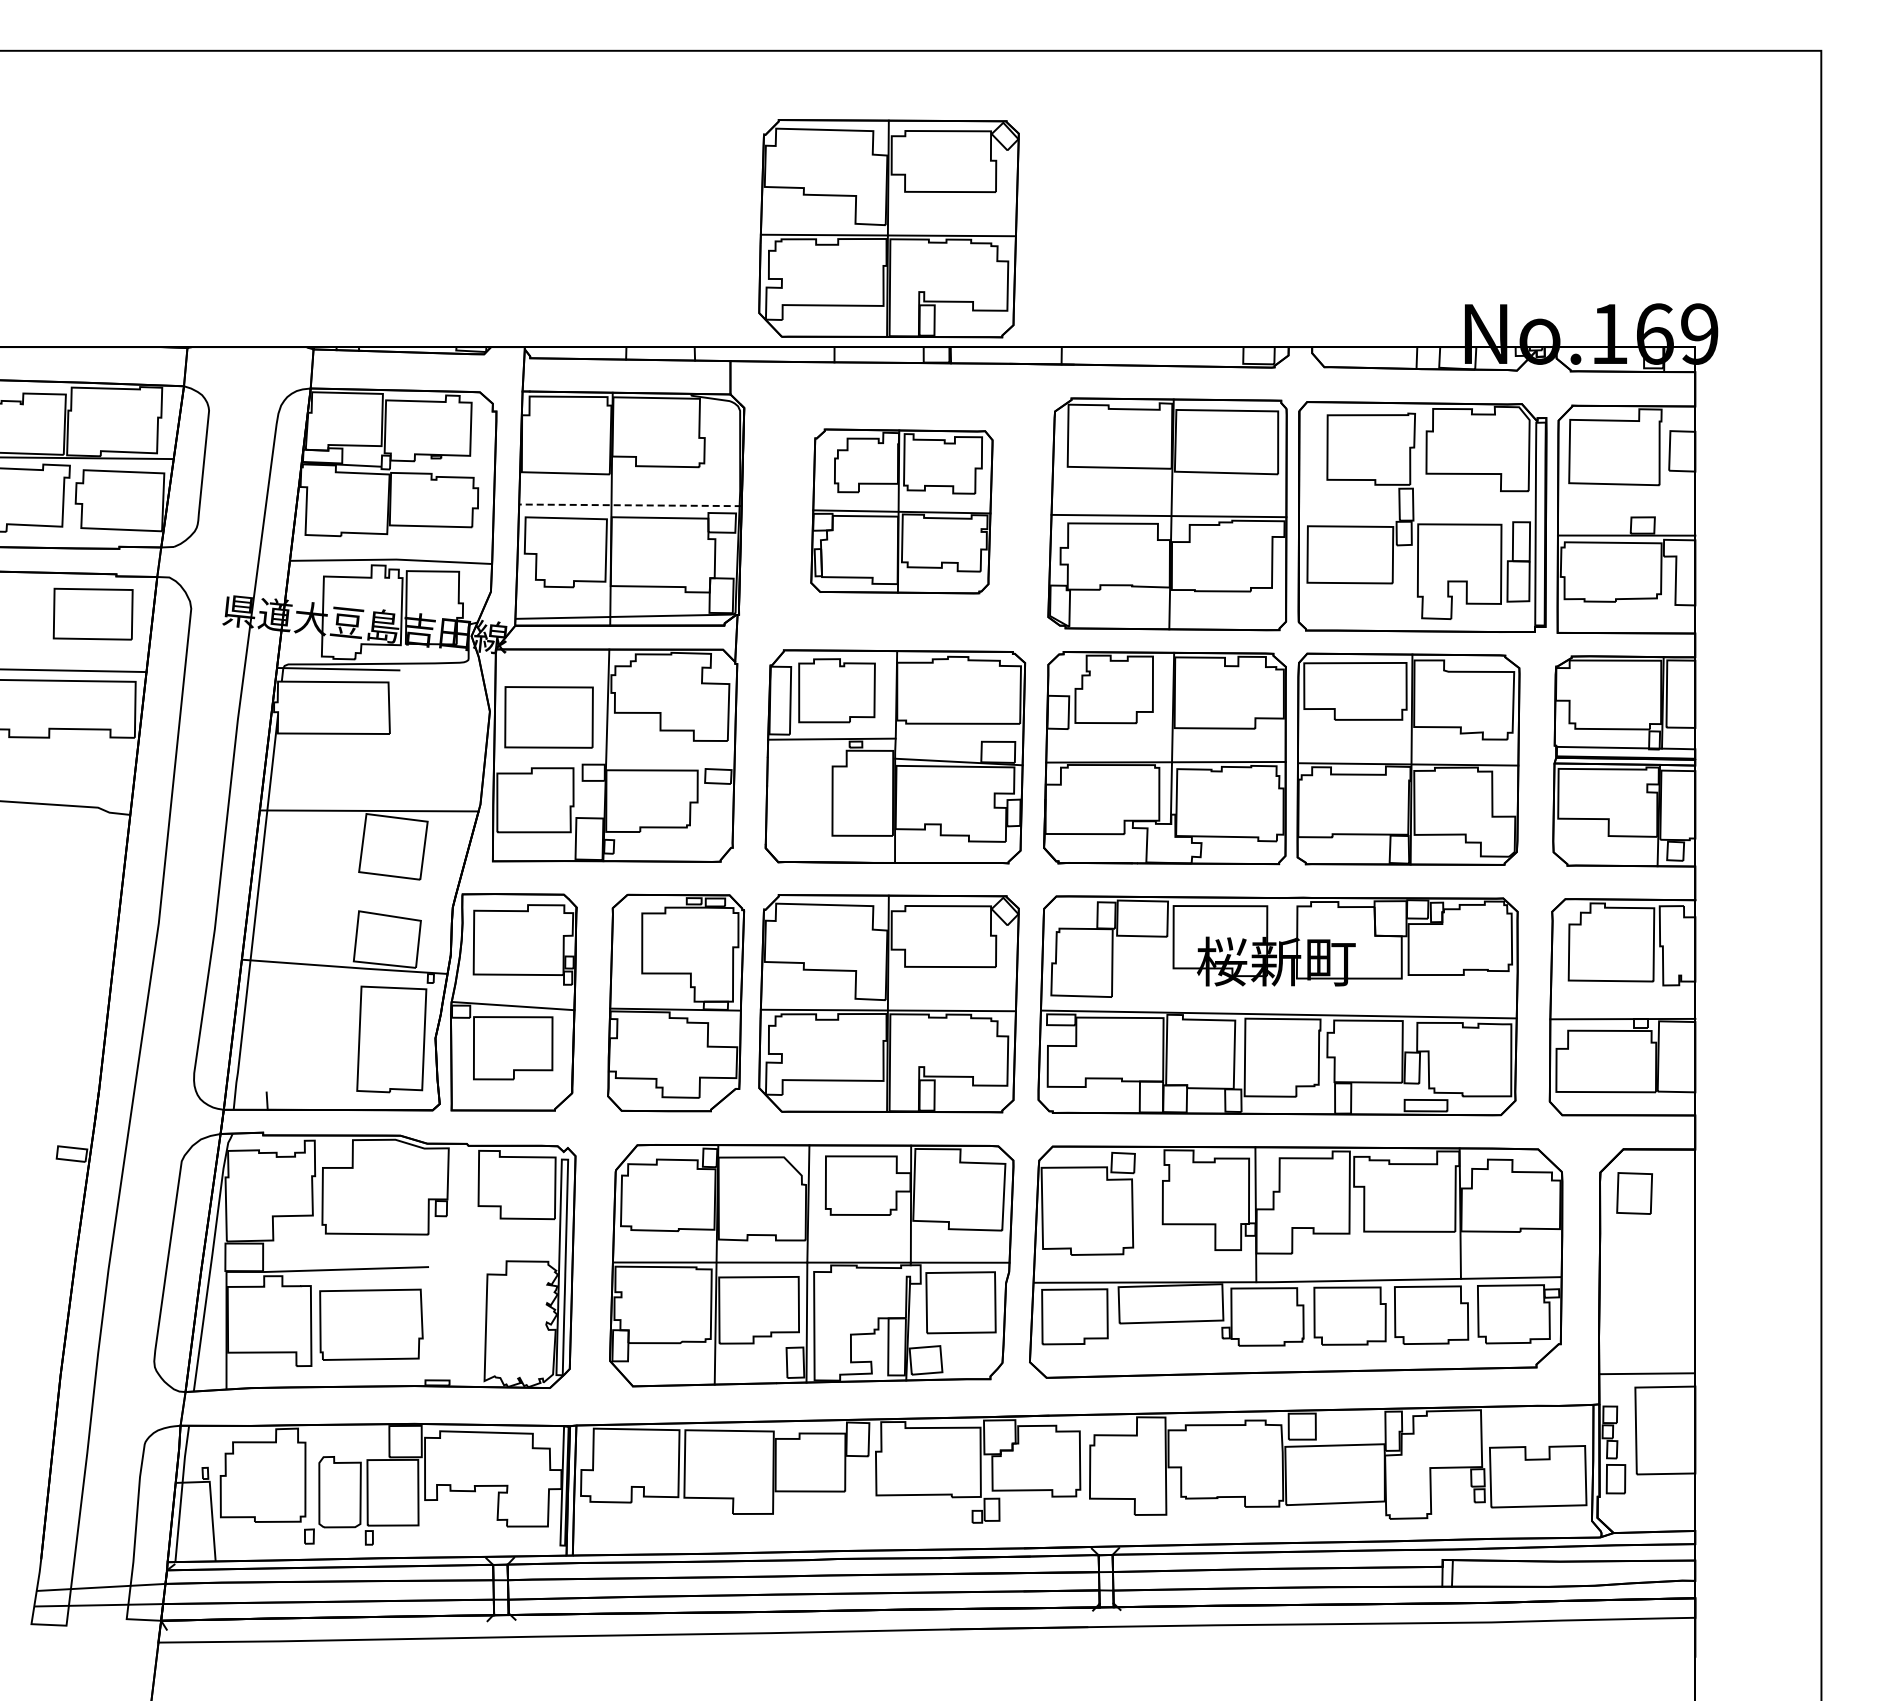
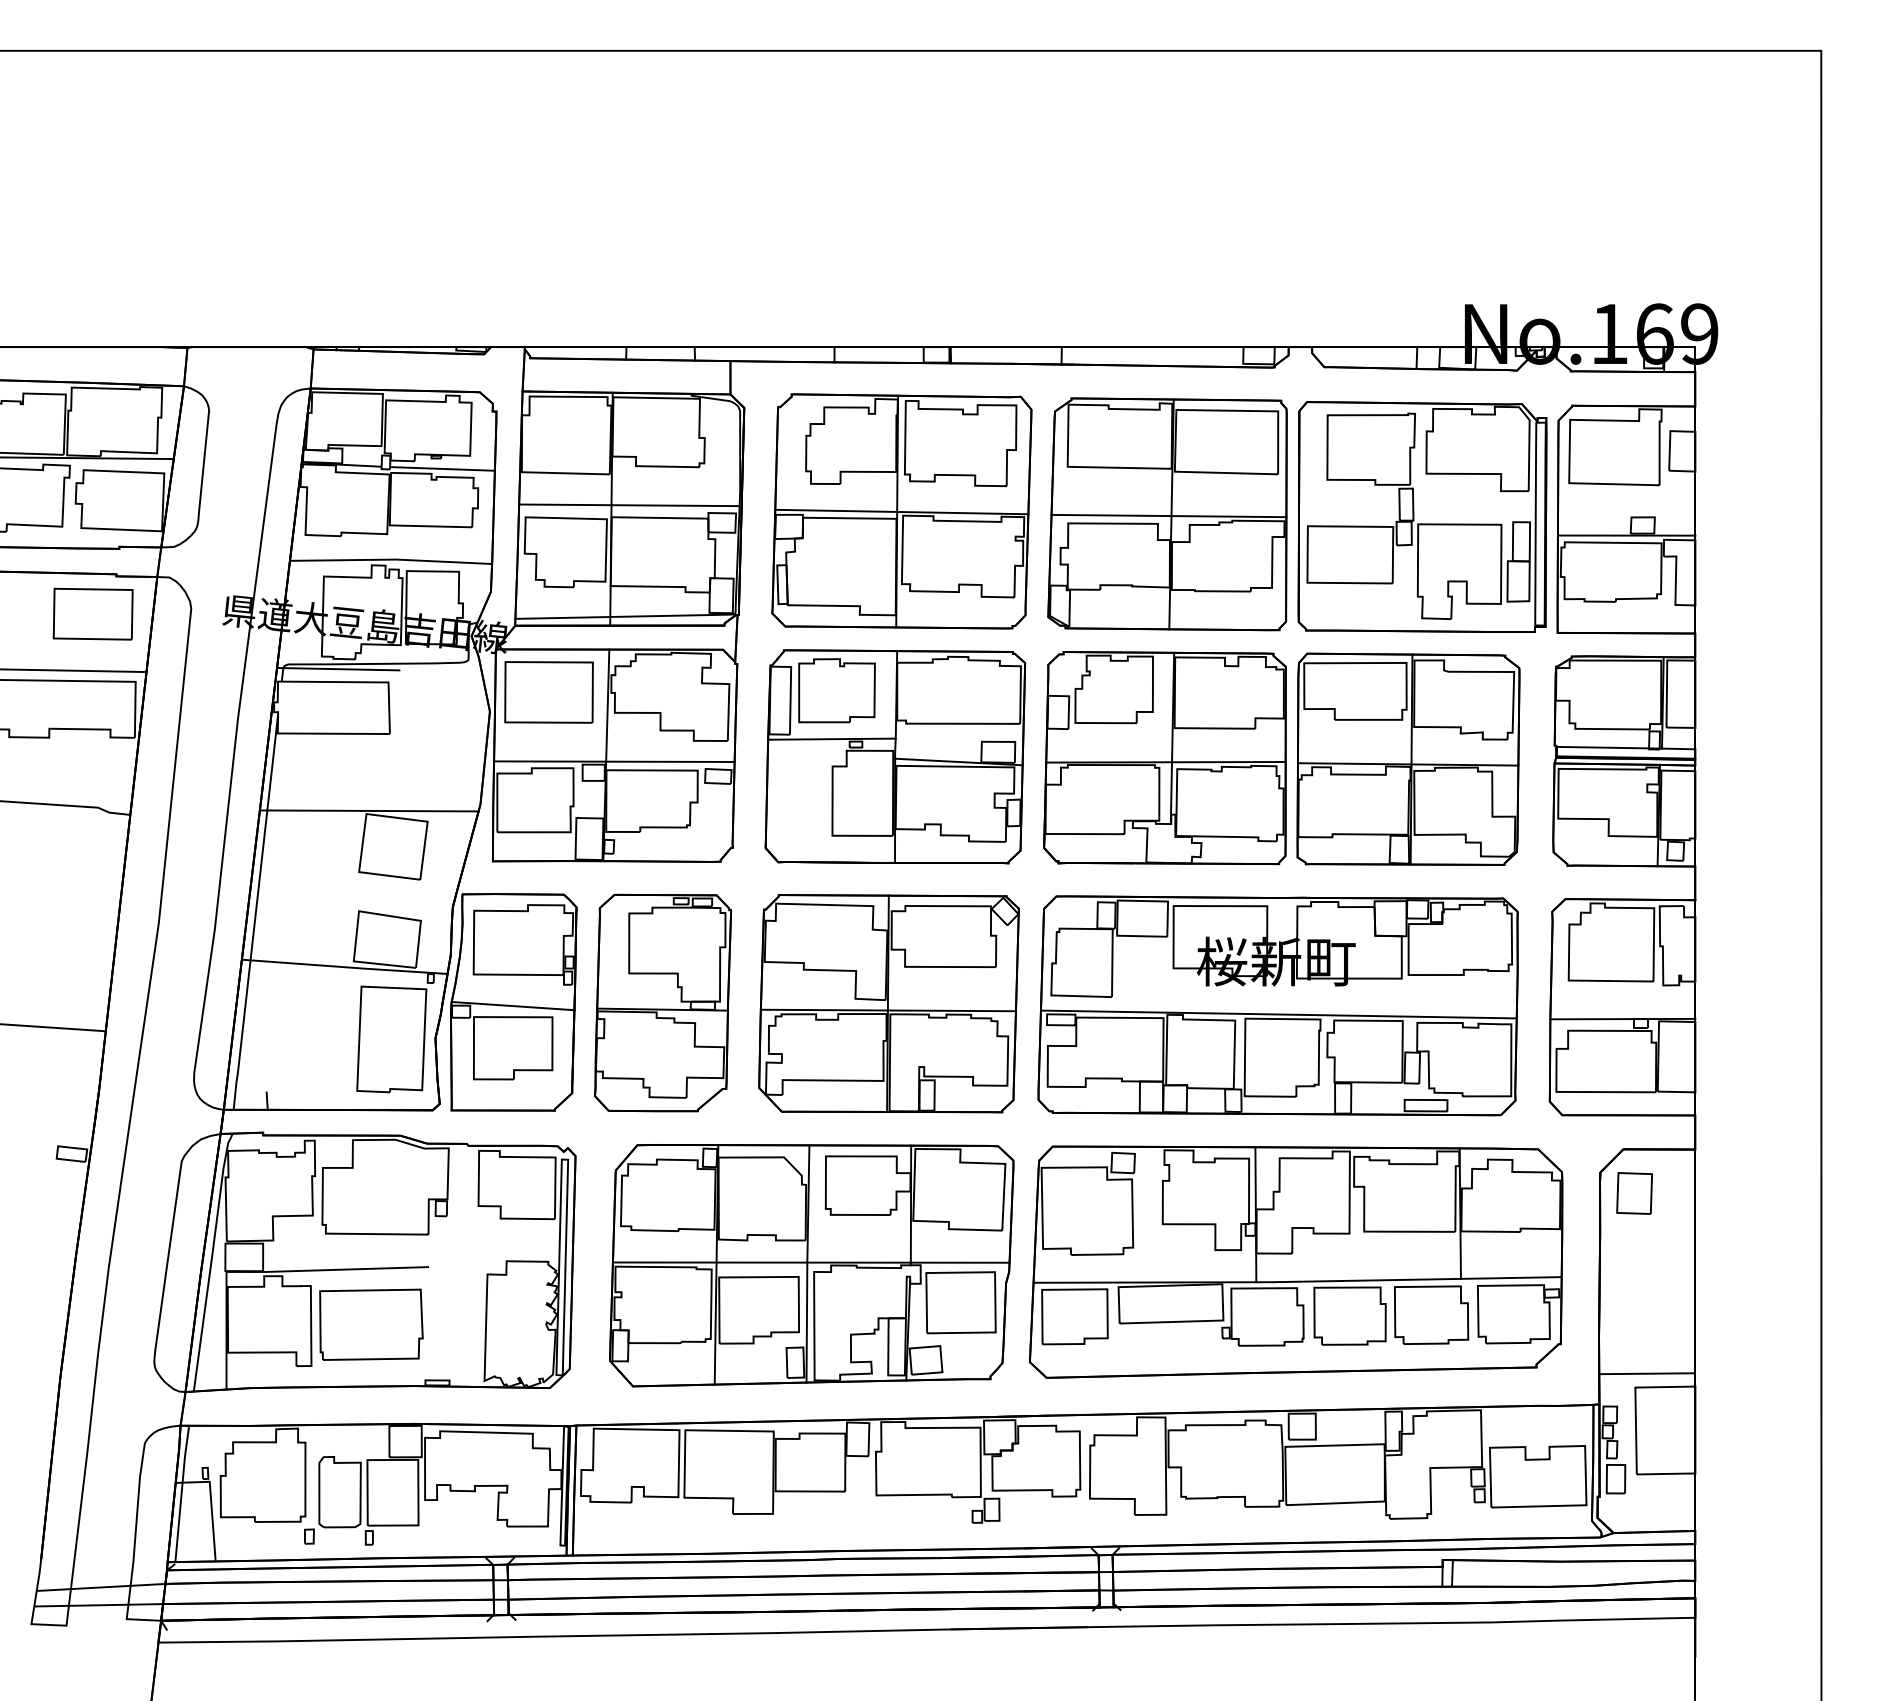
part at (888, 228): present -> none
line at (442, 468): none -> present
line at (629, 505): dashed -> solid
part at (901, 511) size: 184x167 px -> 262x237 px
part at (548, 717) position: (548, 717) -> (548, 692)
line at (614, 761): none -> present
part at (676, 1002) position: (676, 1002) -> (663, 1002)
line at (53, 1027): none -> present
